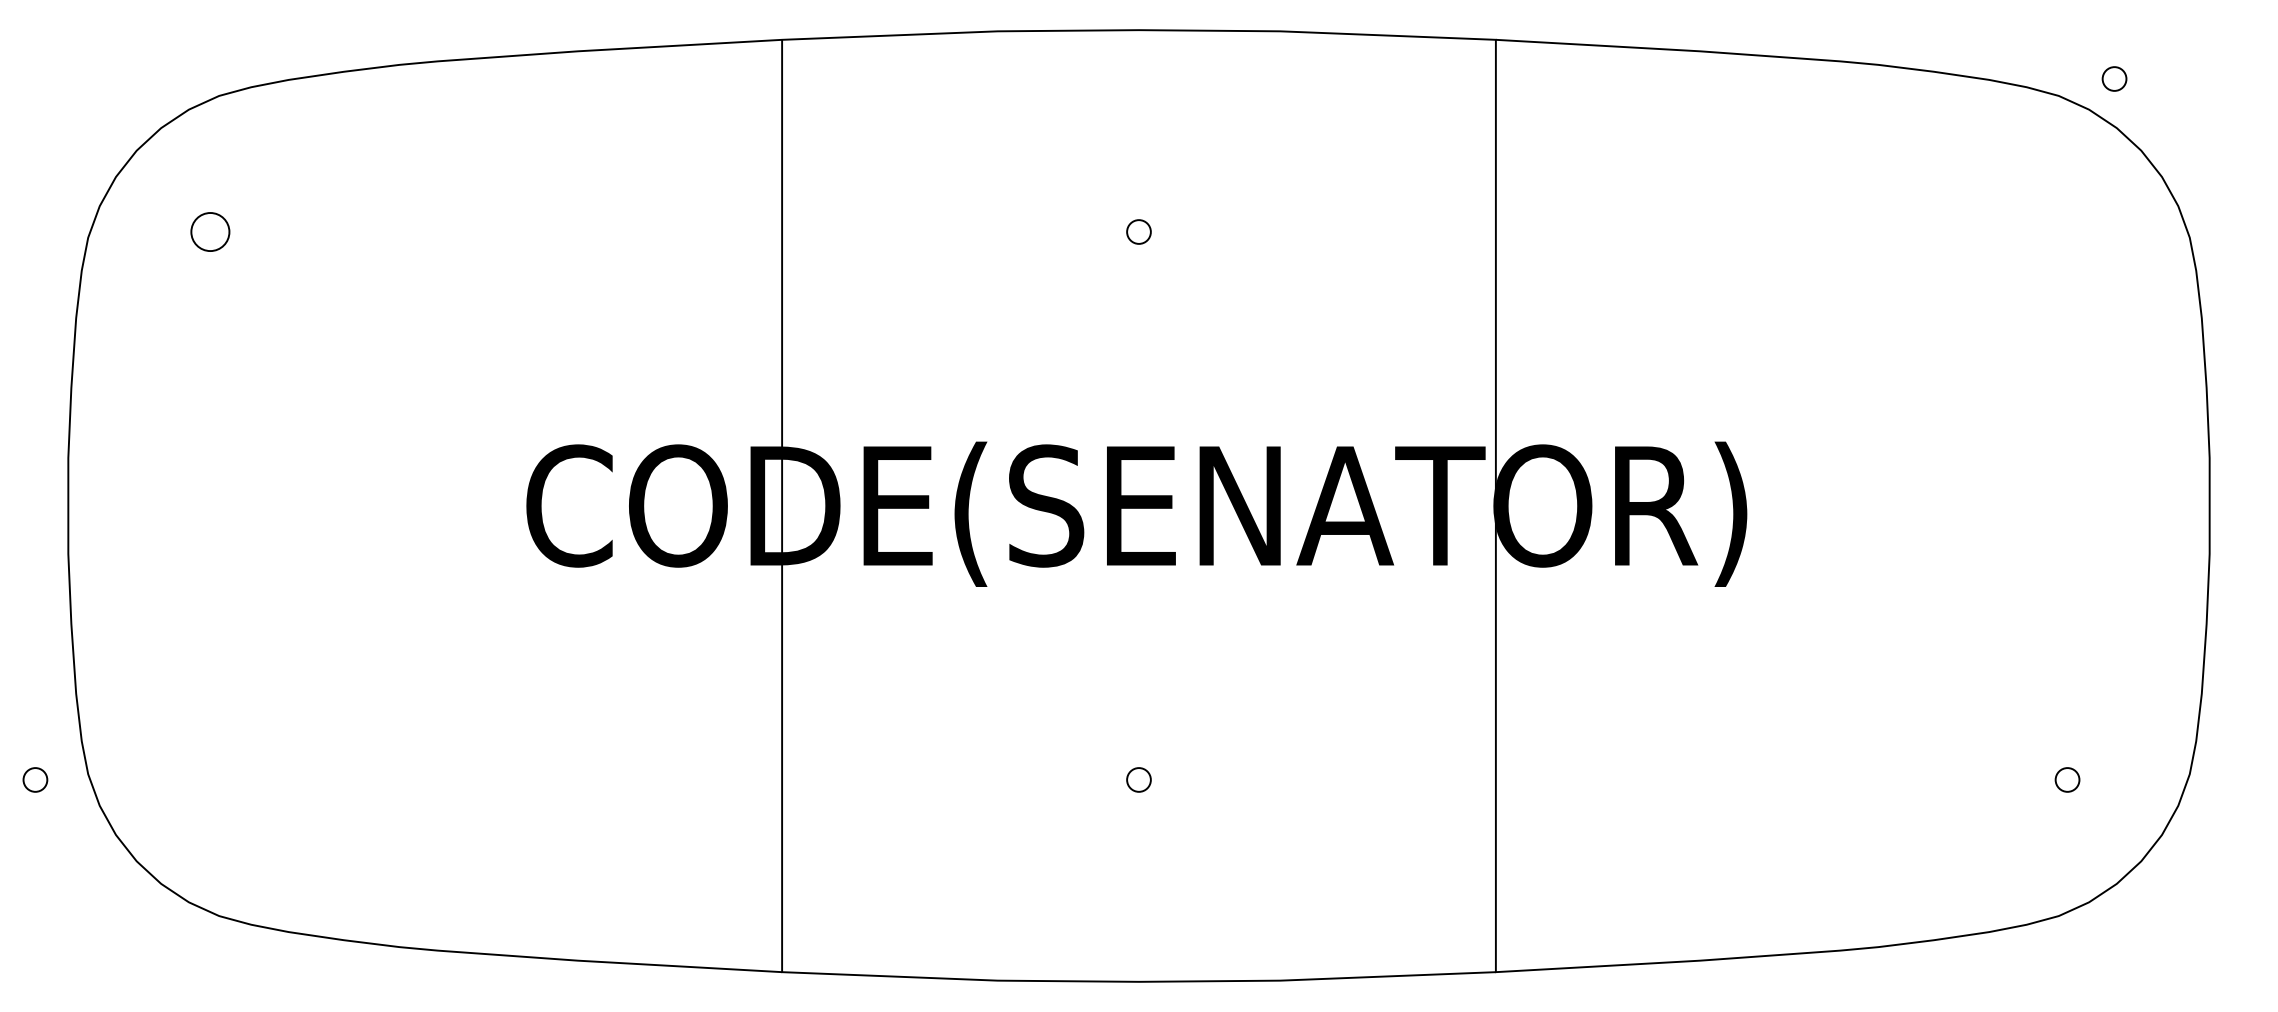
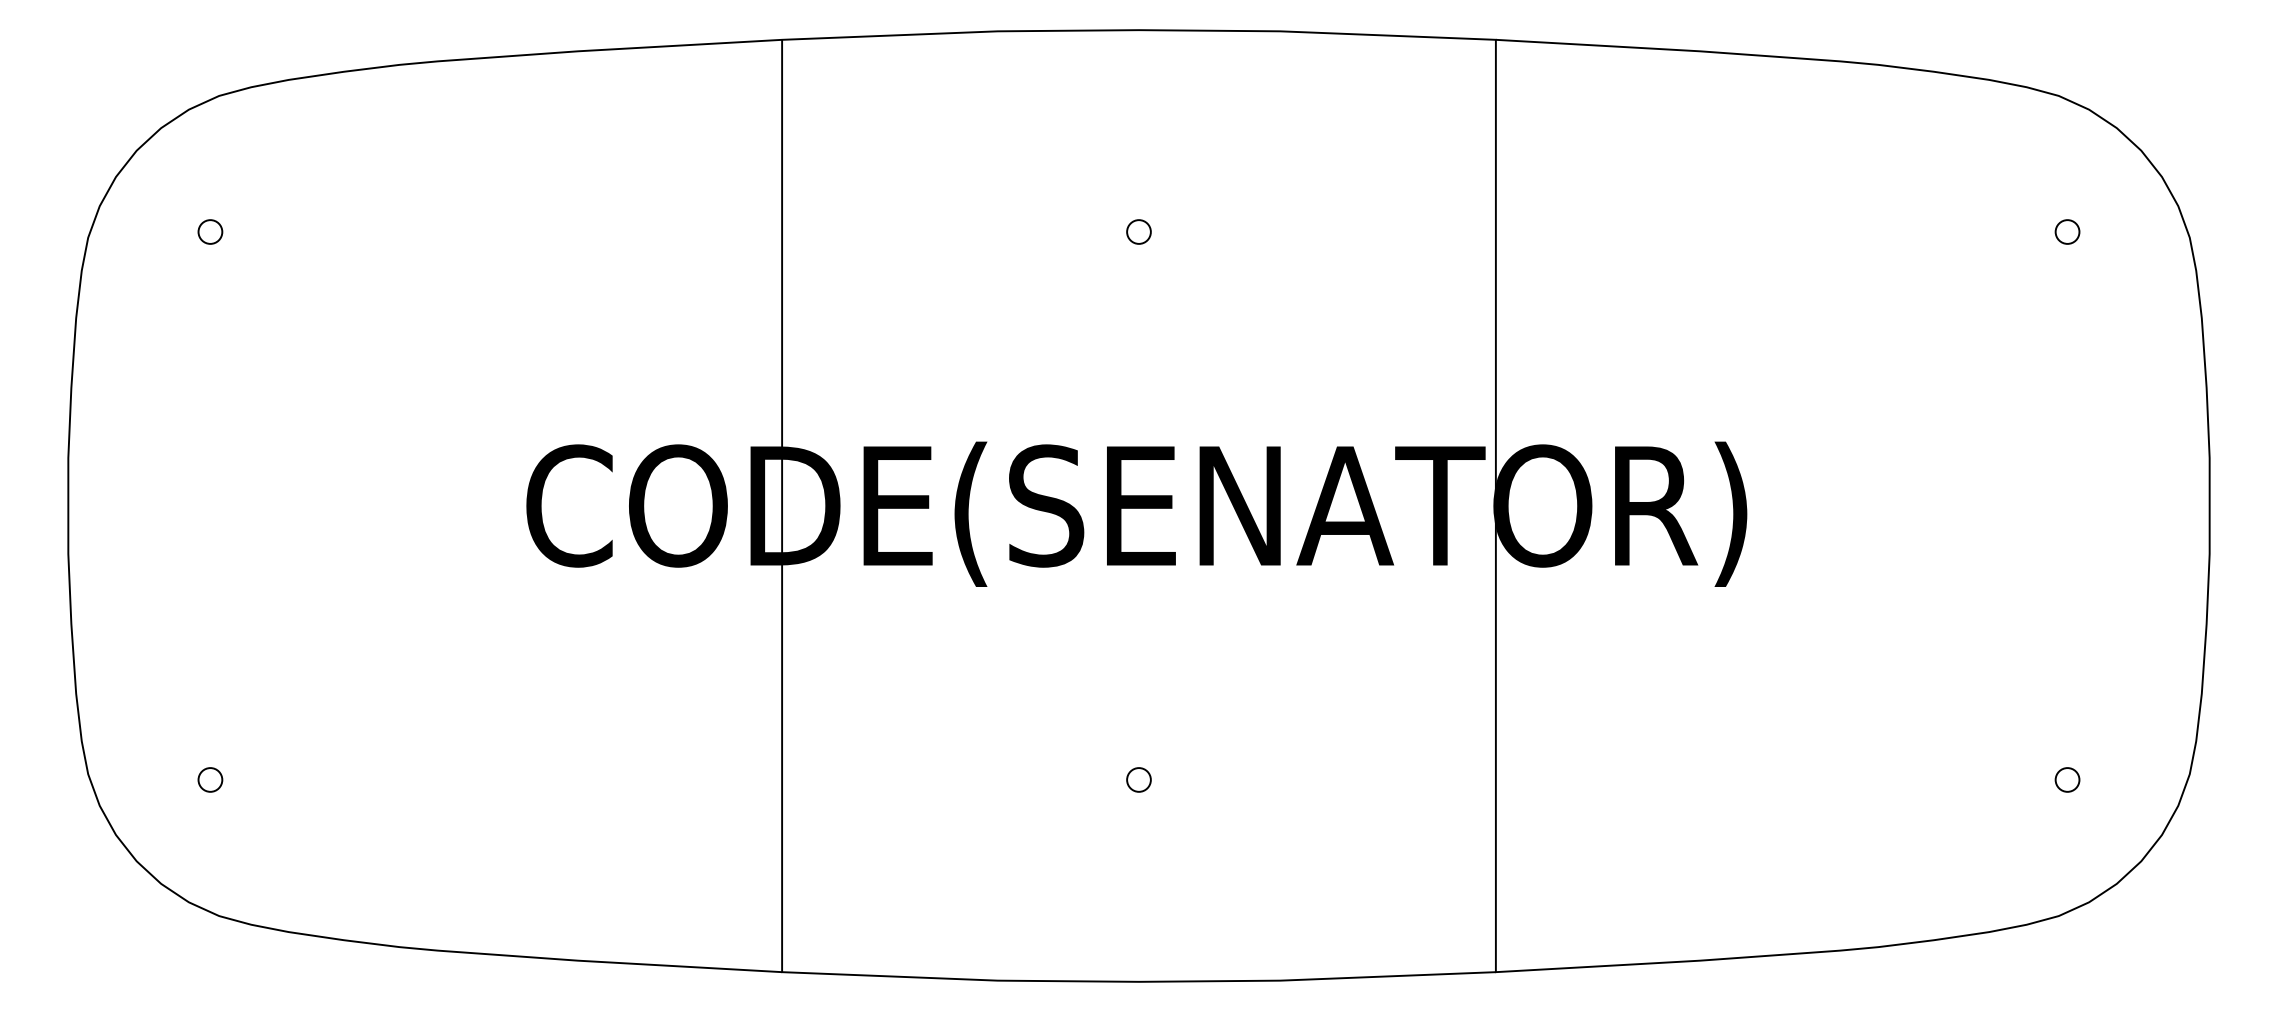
circle at (2114, 78) position: (2114, 78) -> (2067, 231)
circle at (210, 231) size: 41x40 px -> 27x26 px
circle at (35, 779) position: (35, 779) -> (210, 779)
